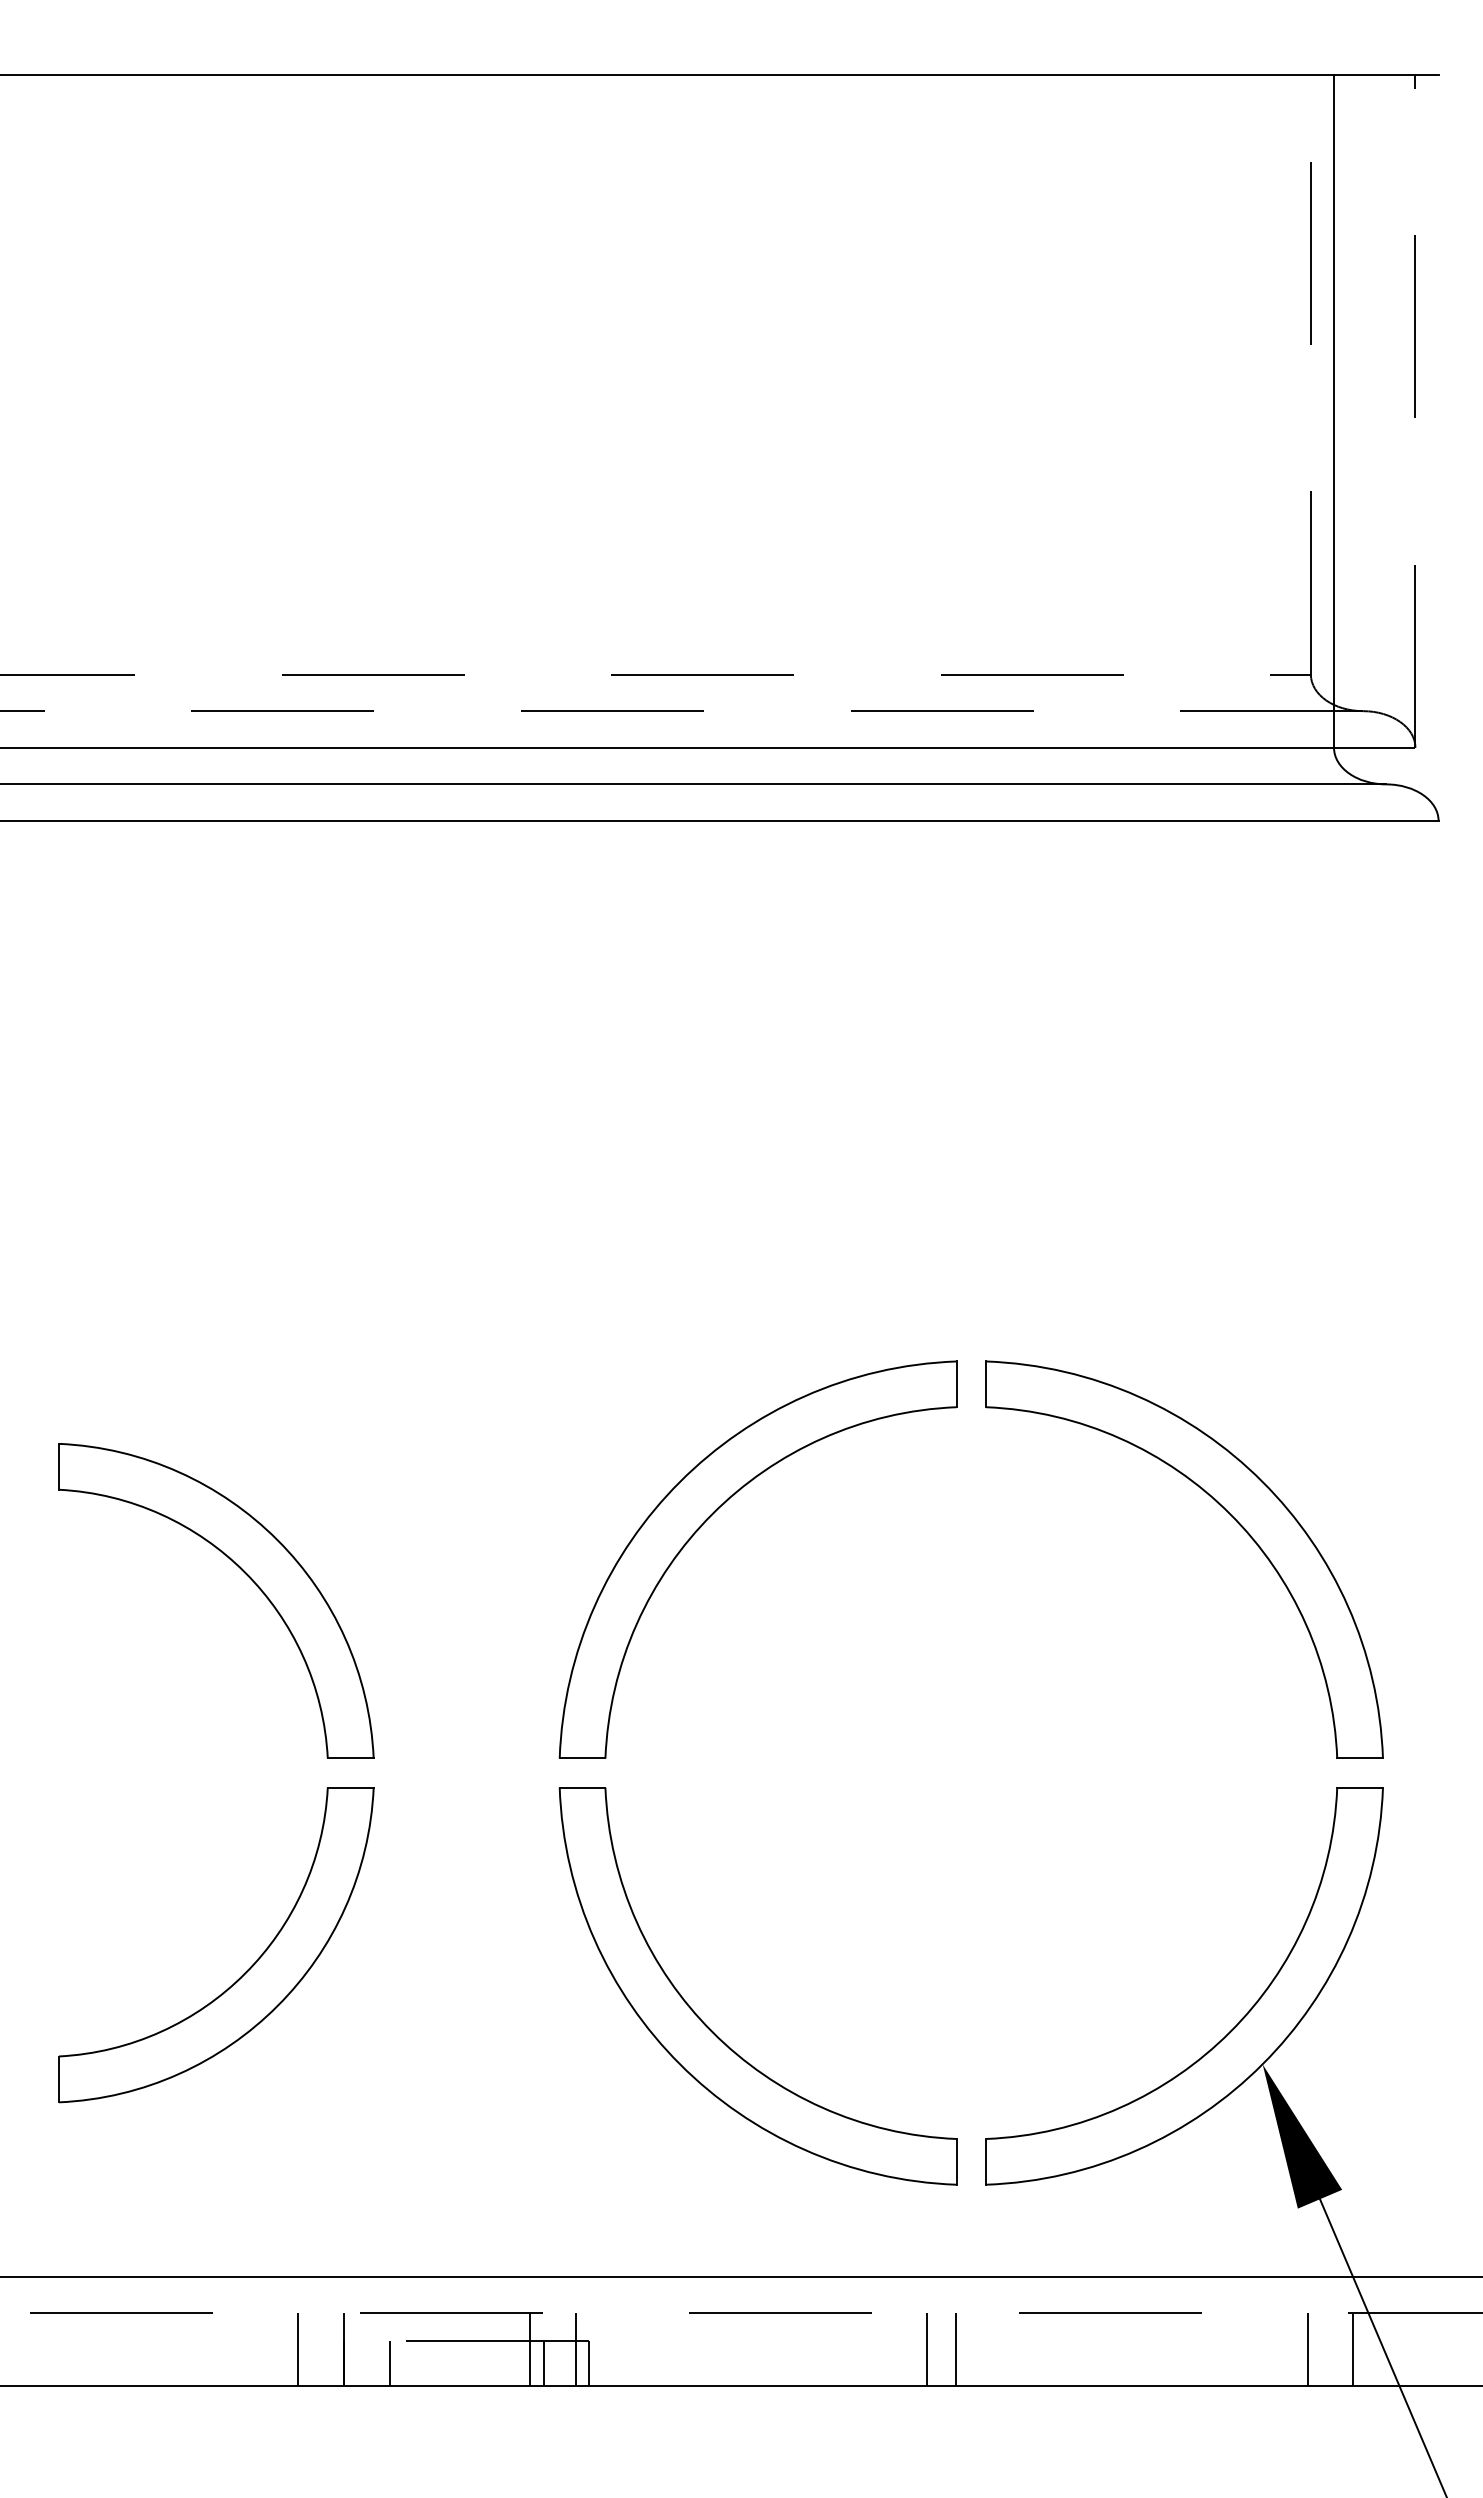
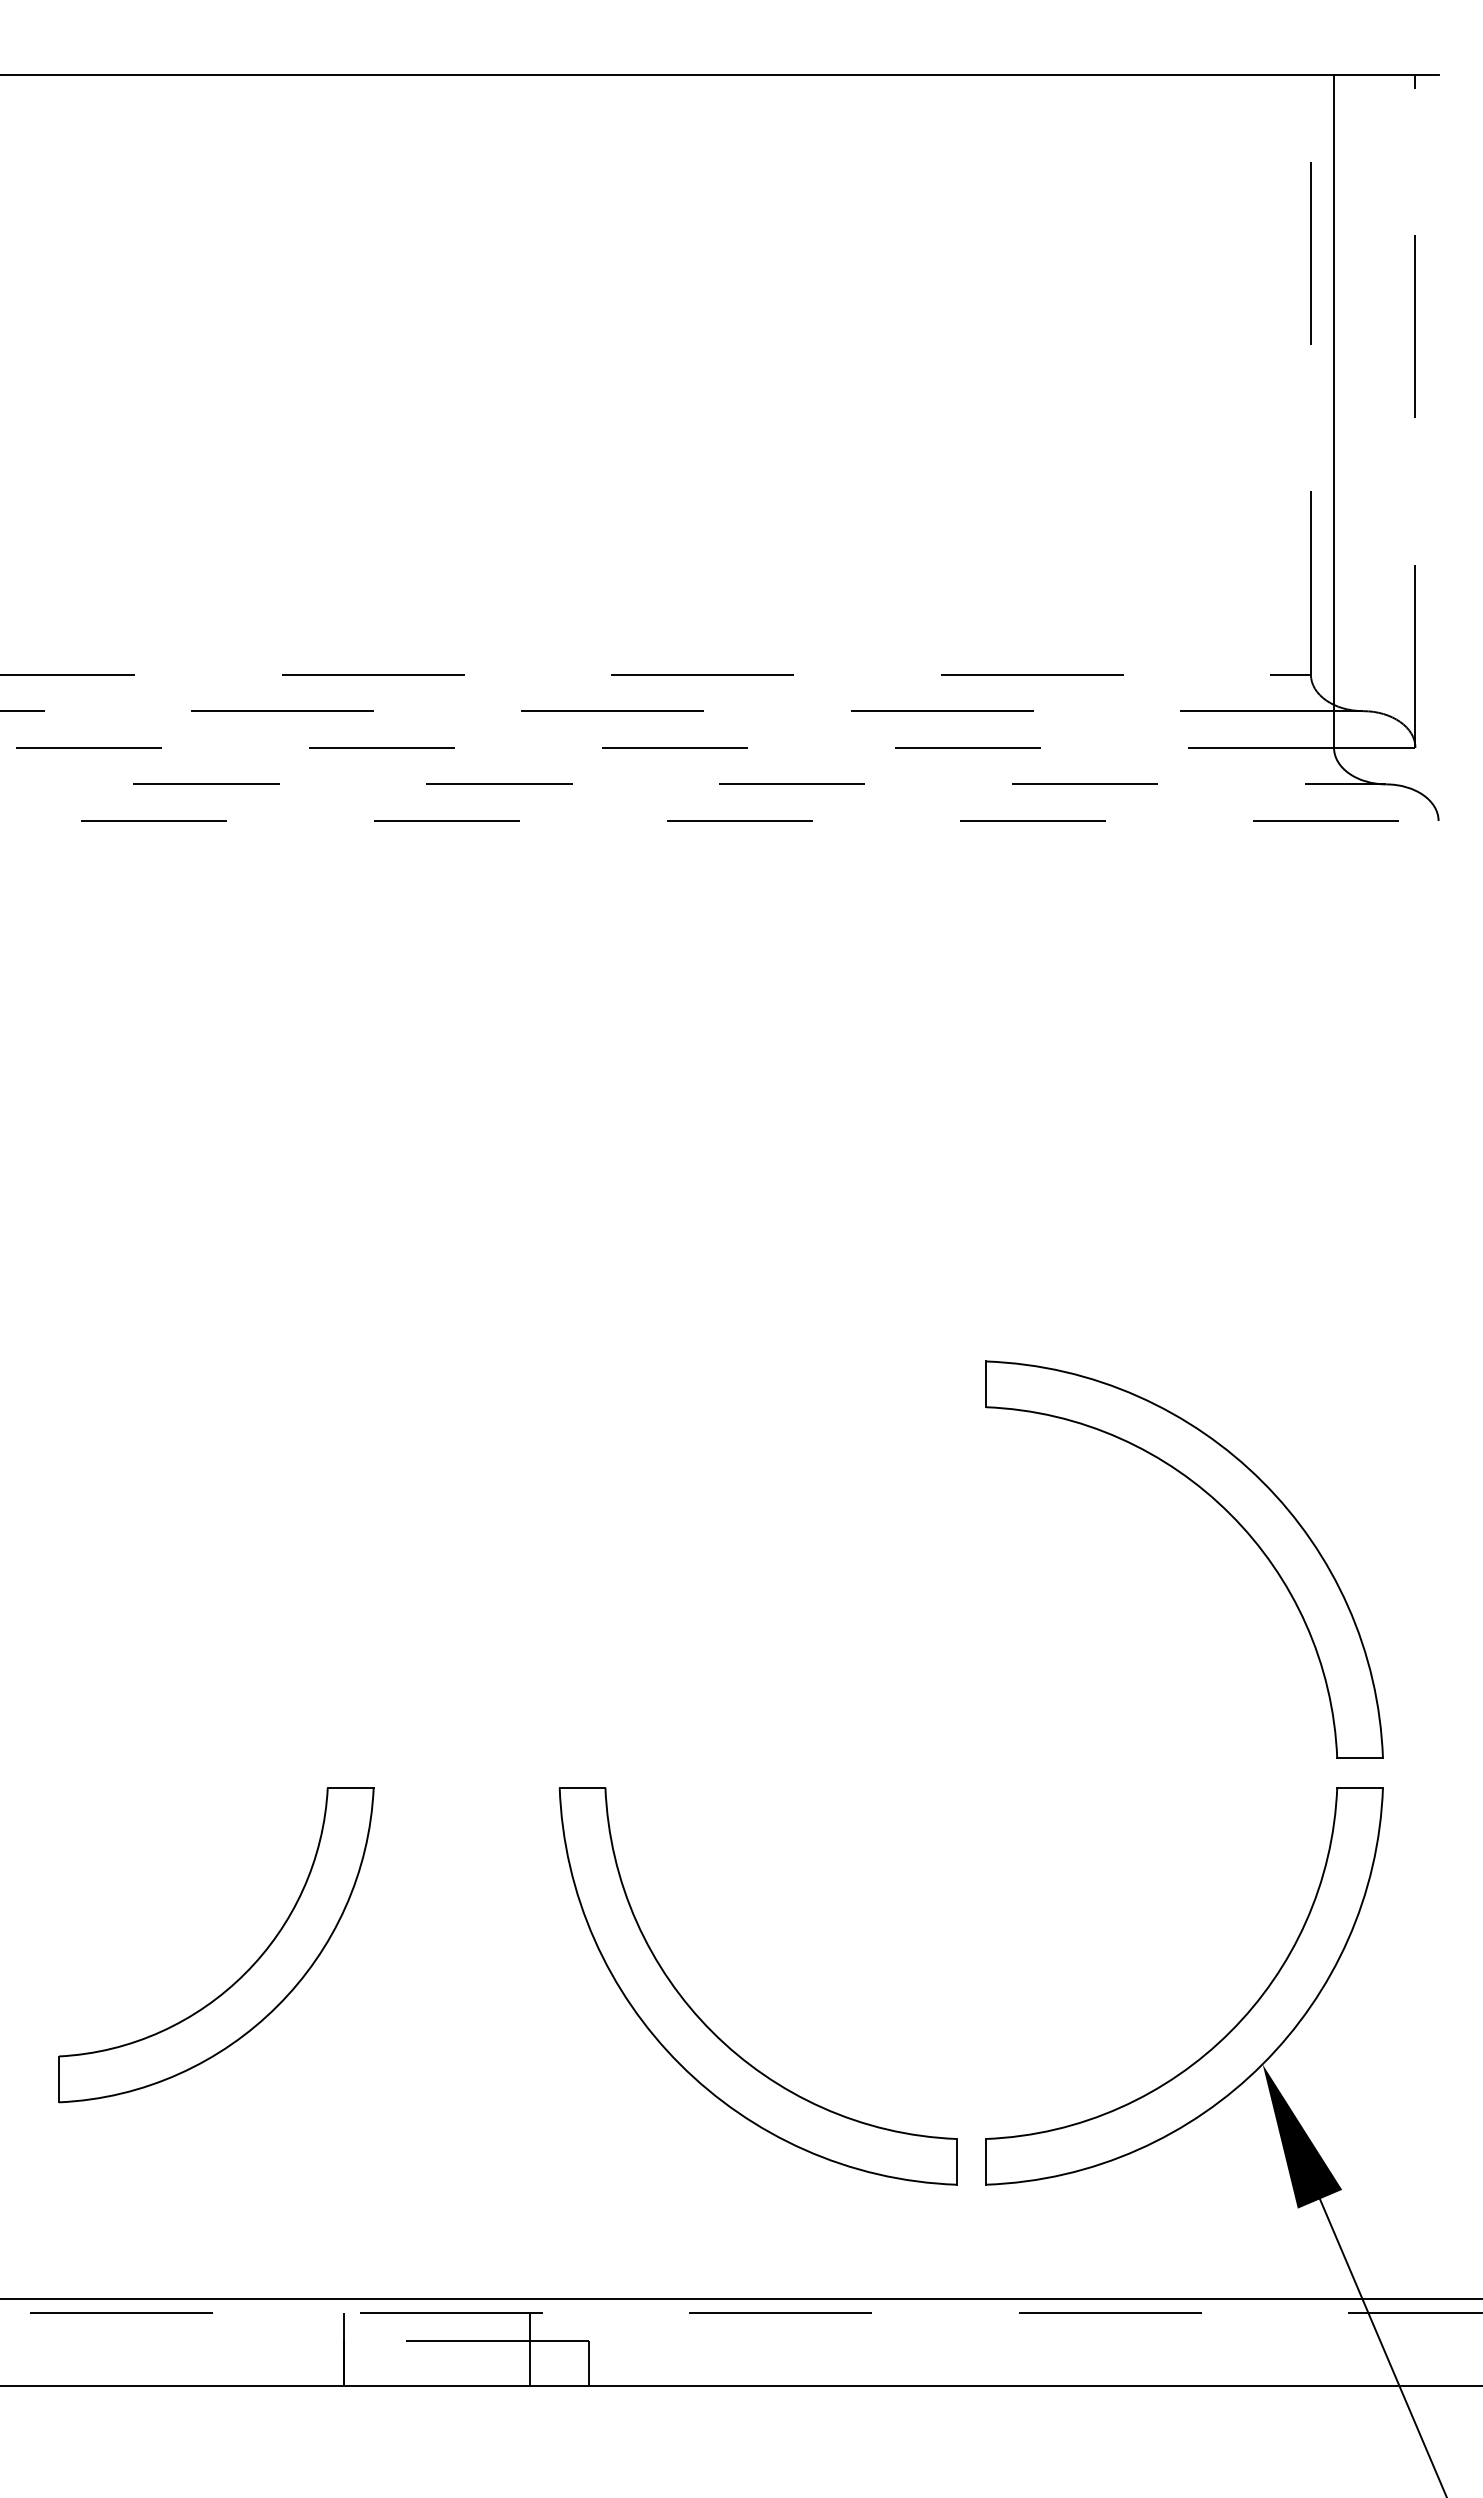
line at (667, 747): solid -> dashed
line at (693, 784): solid -> dashed
line at (719, 821): solid -> dashed
part at (713, 1514): present -> none
part at (243, 1572): present -> none
line at (740, 2276) position: (740, 2276) -> (740, 2298)
line at (298, 2349): present -> none
line at (575, 2349): present -> none
line at (926, 2349): present -> none
line at (956, 2349): present -> none
line at (1307, 2349): present -> none
line at (1353, 2349): present -> none
line at (389, 2363): present -> none
line at (543, 2363): present -> none
